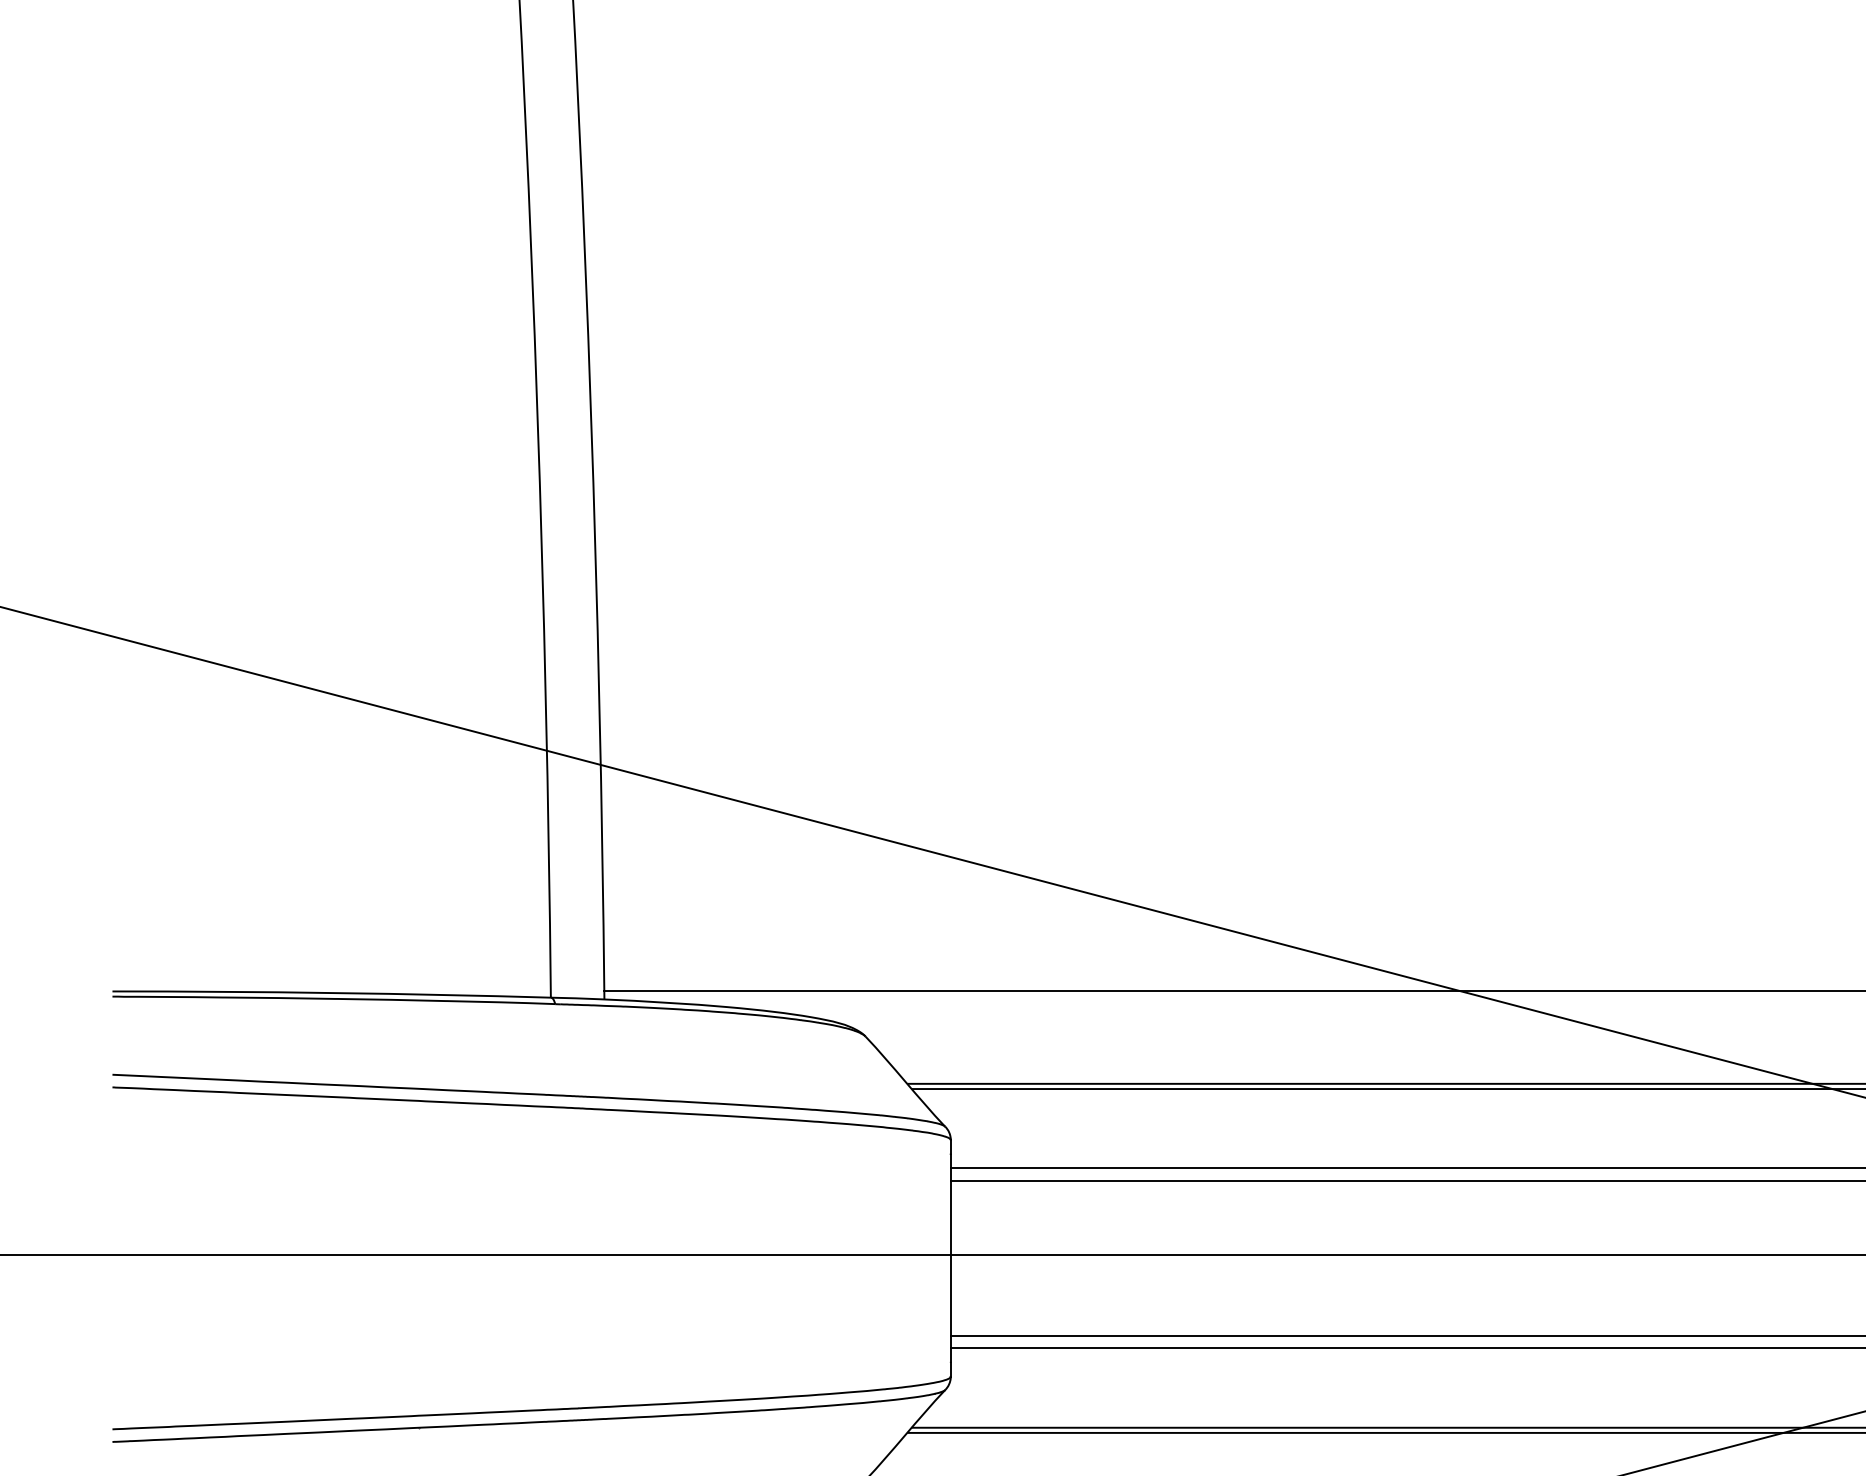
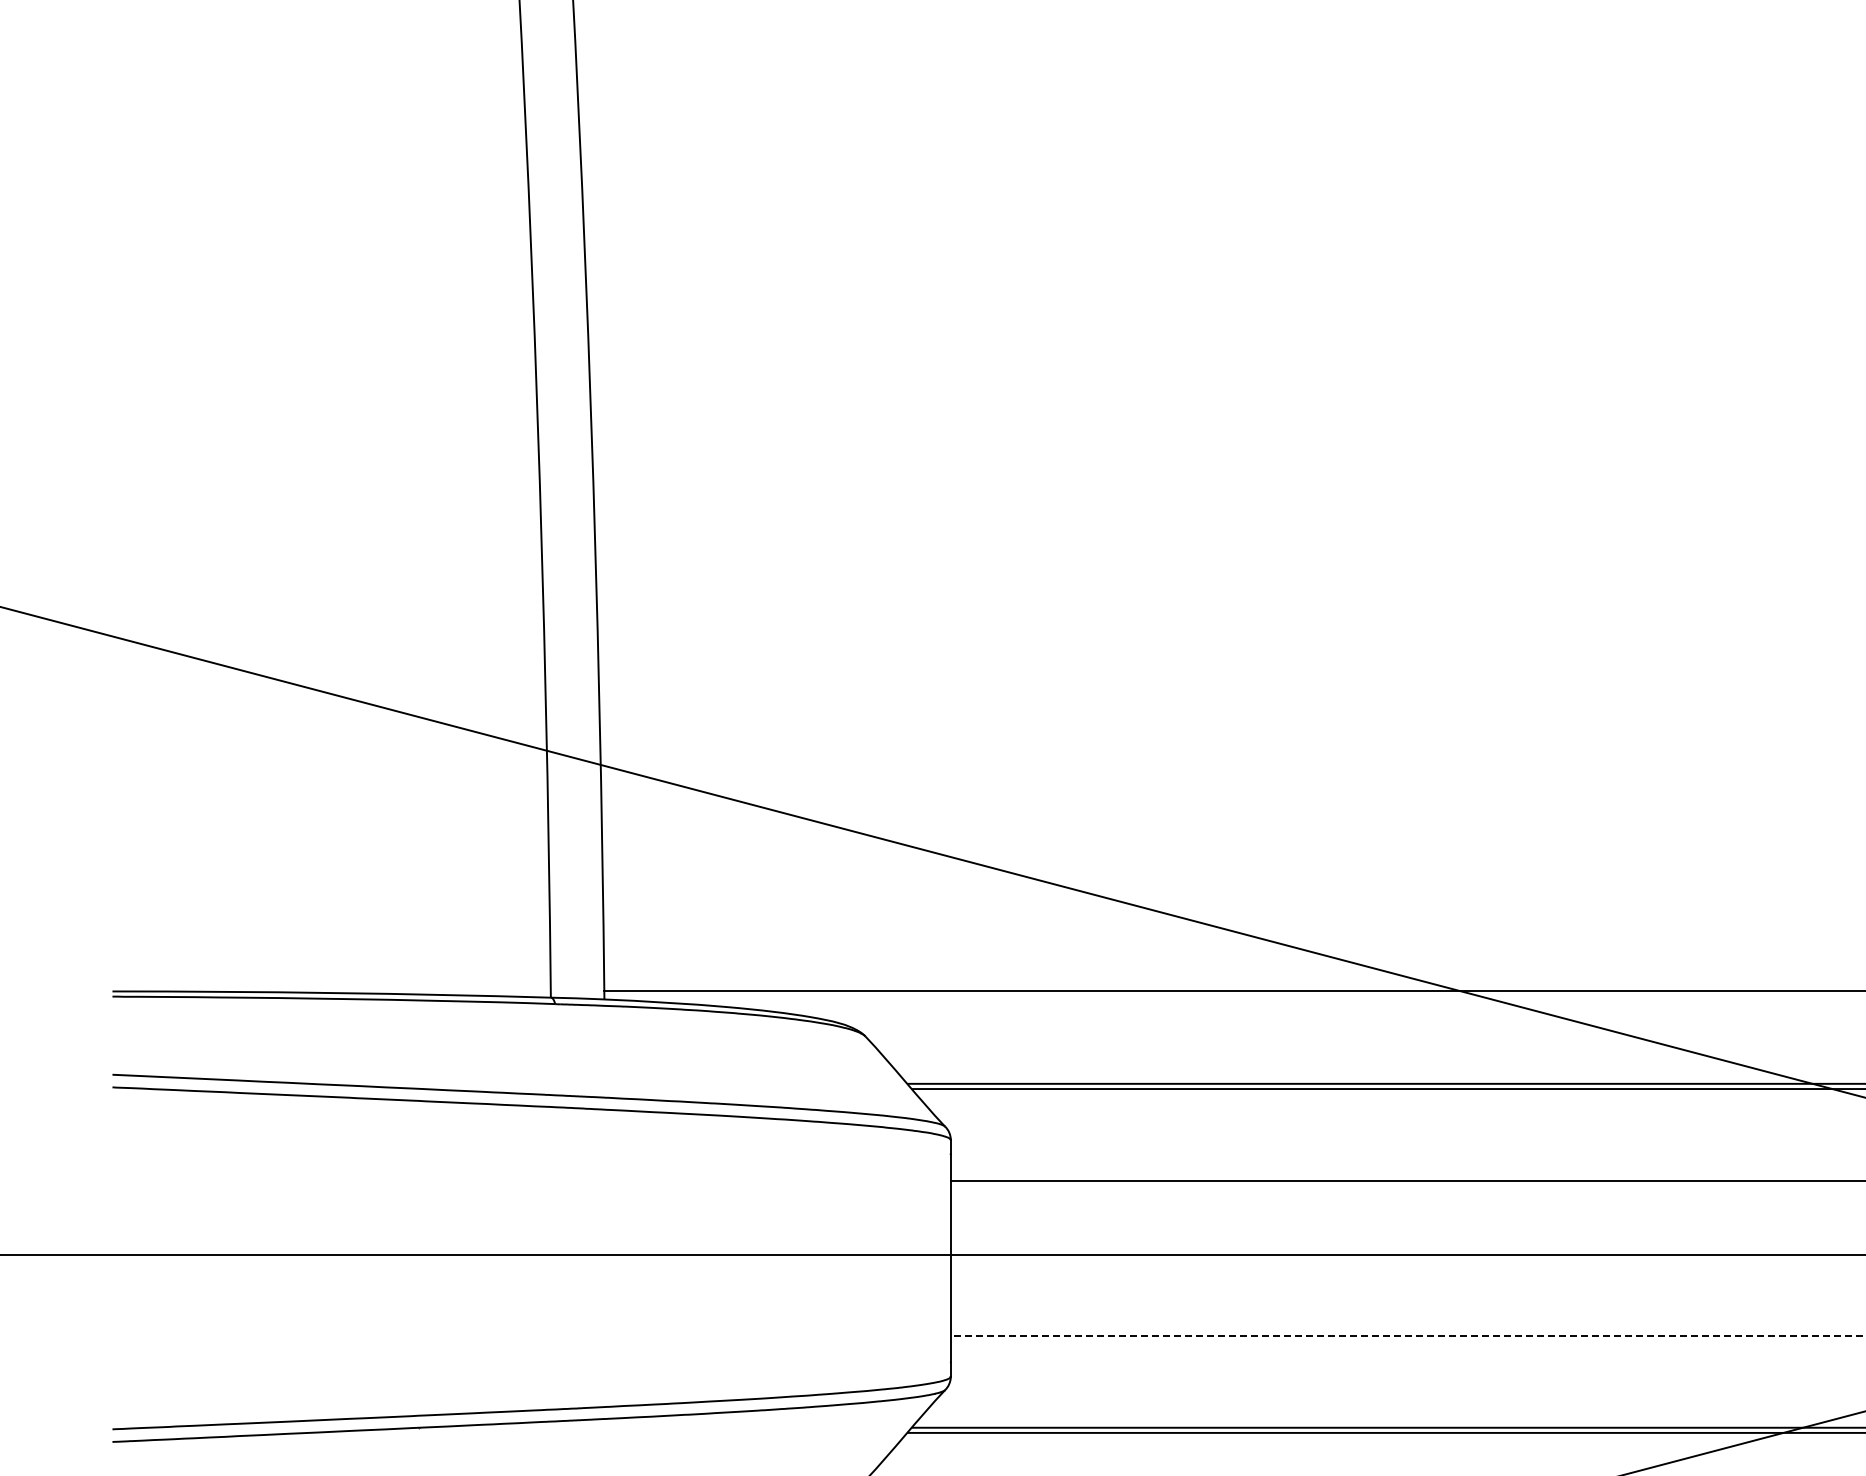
line at (1406, 1168): present -> none
line at (1407, 1335): solid -> dashed
line at (1406, 1348): present -> none
